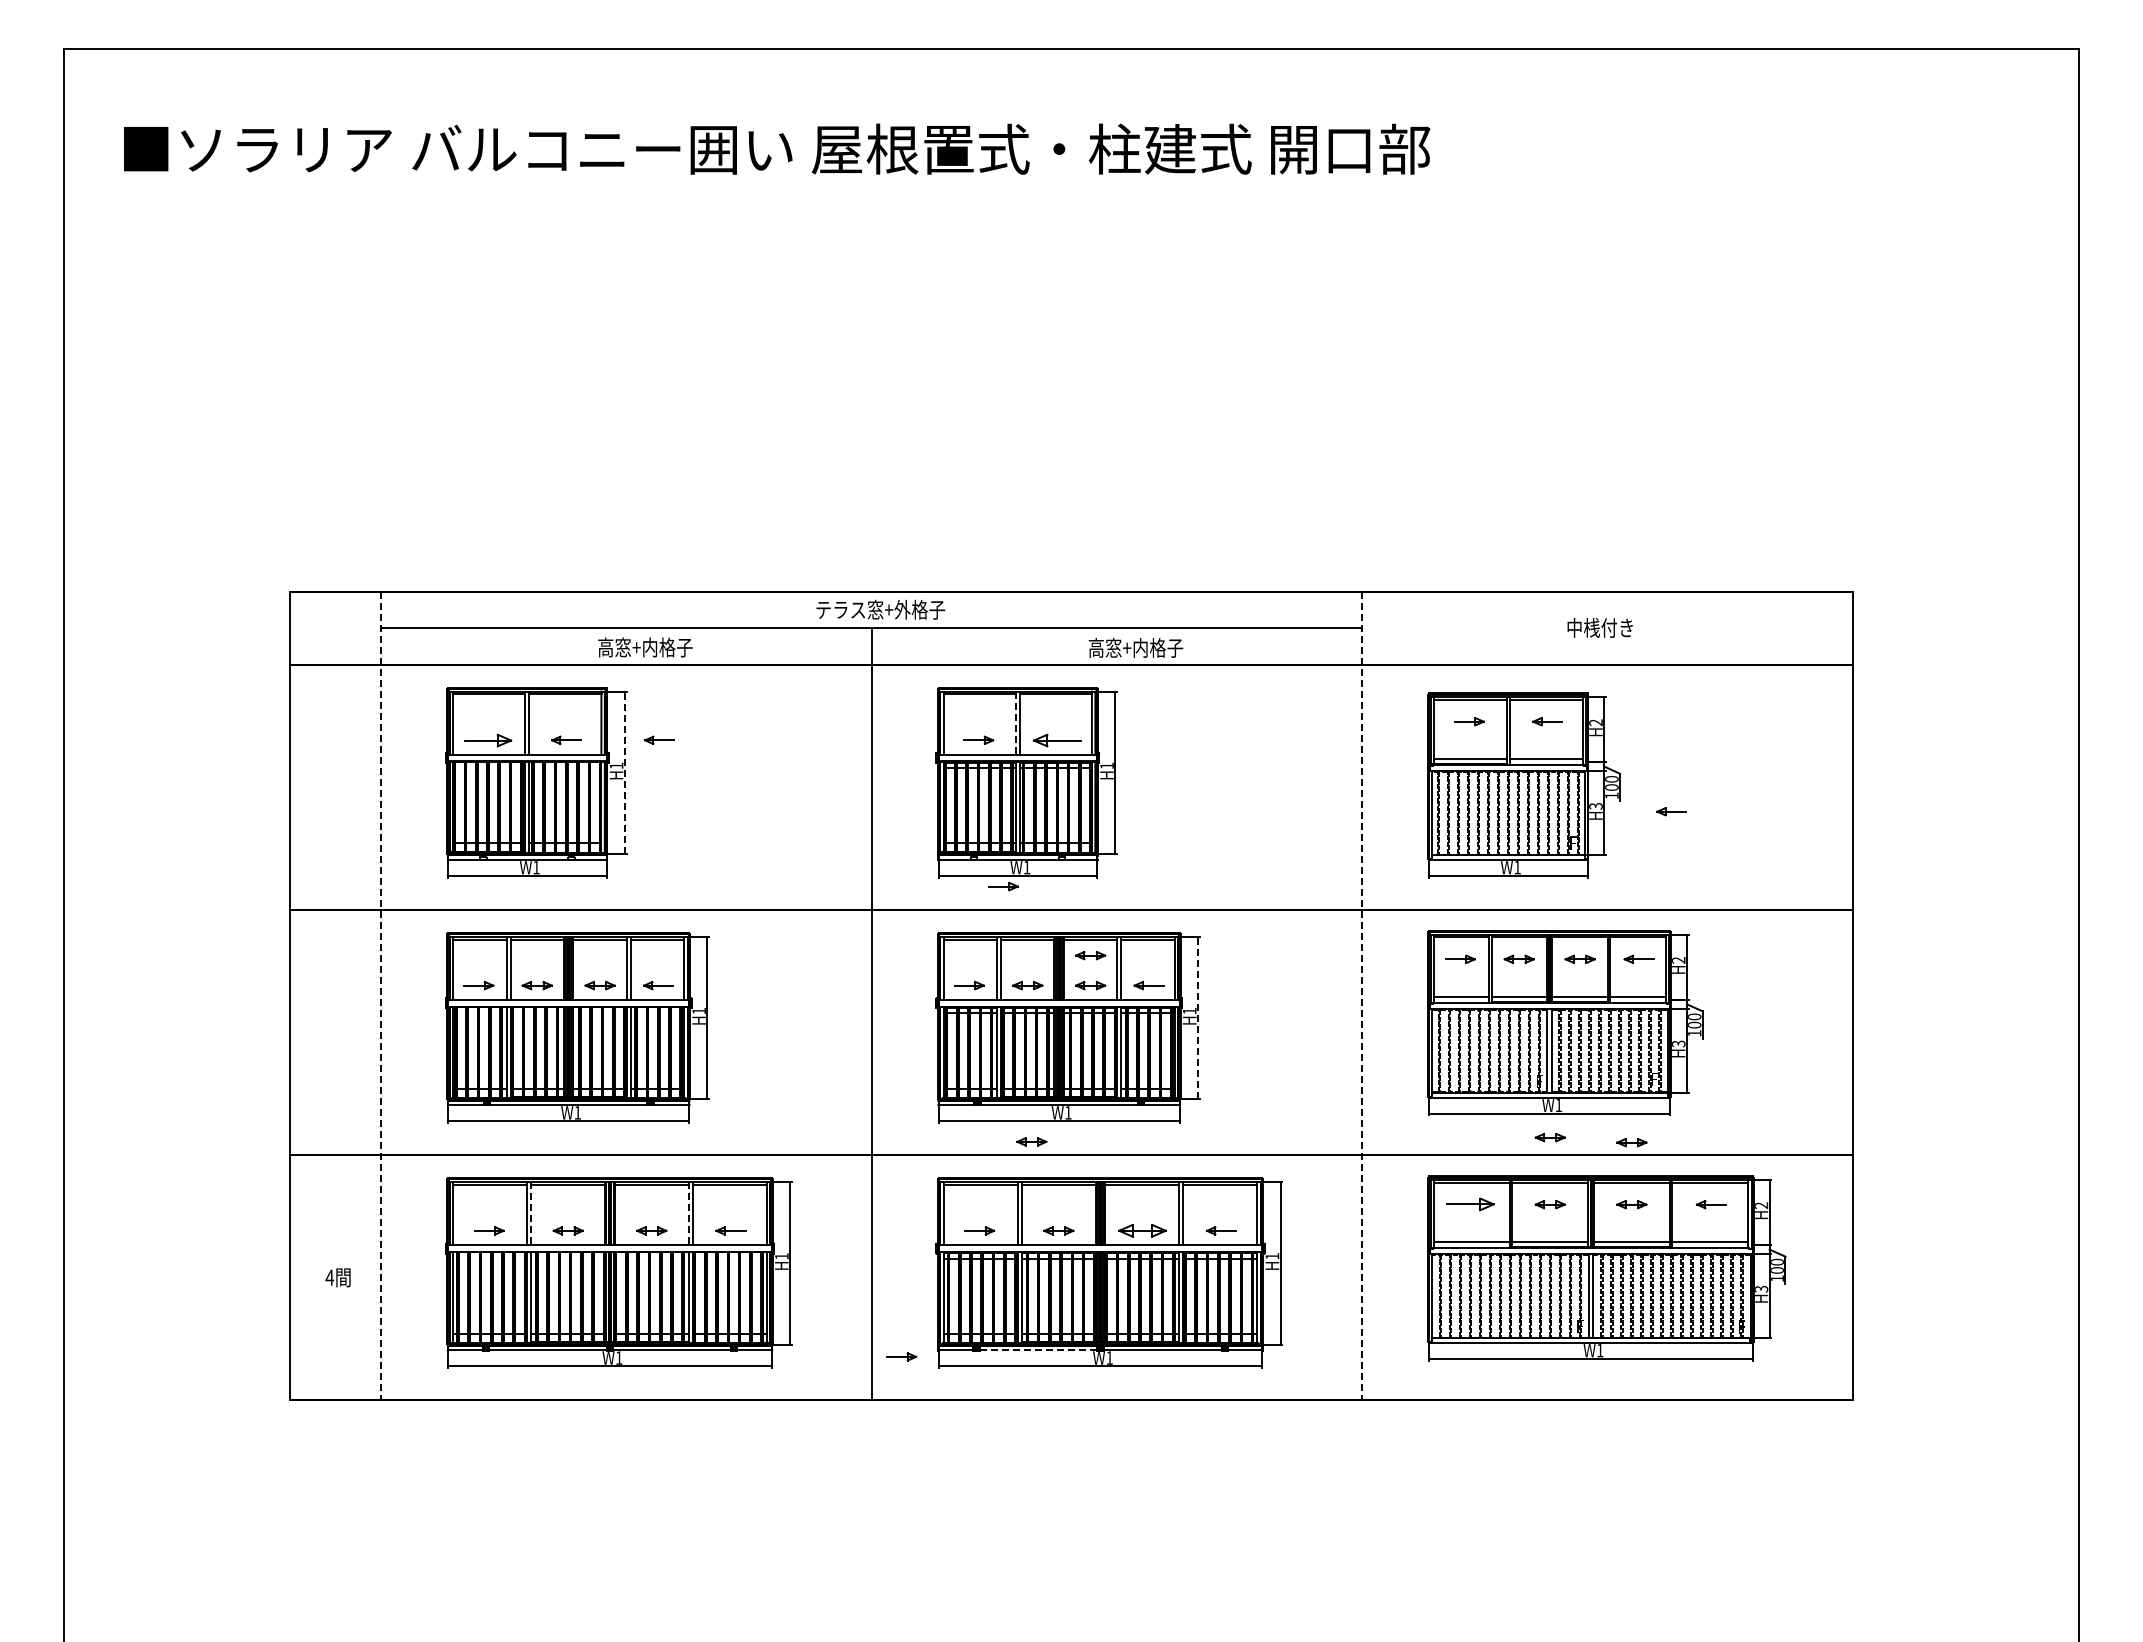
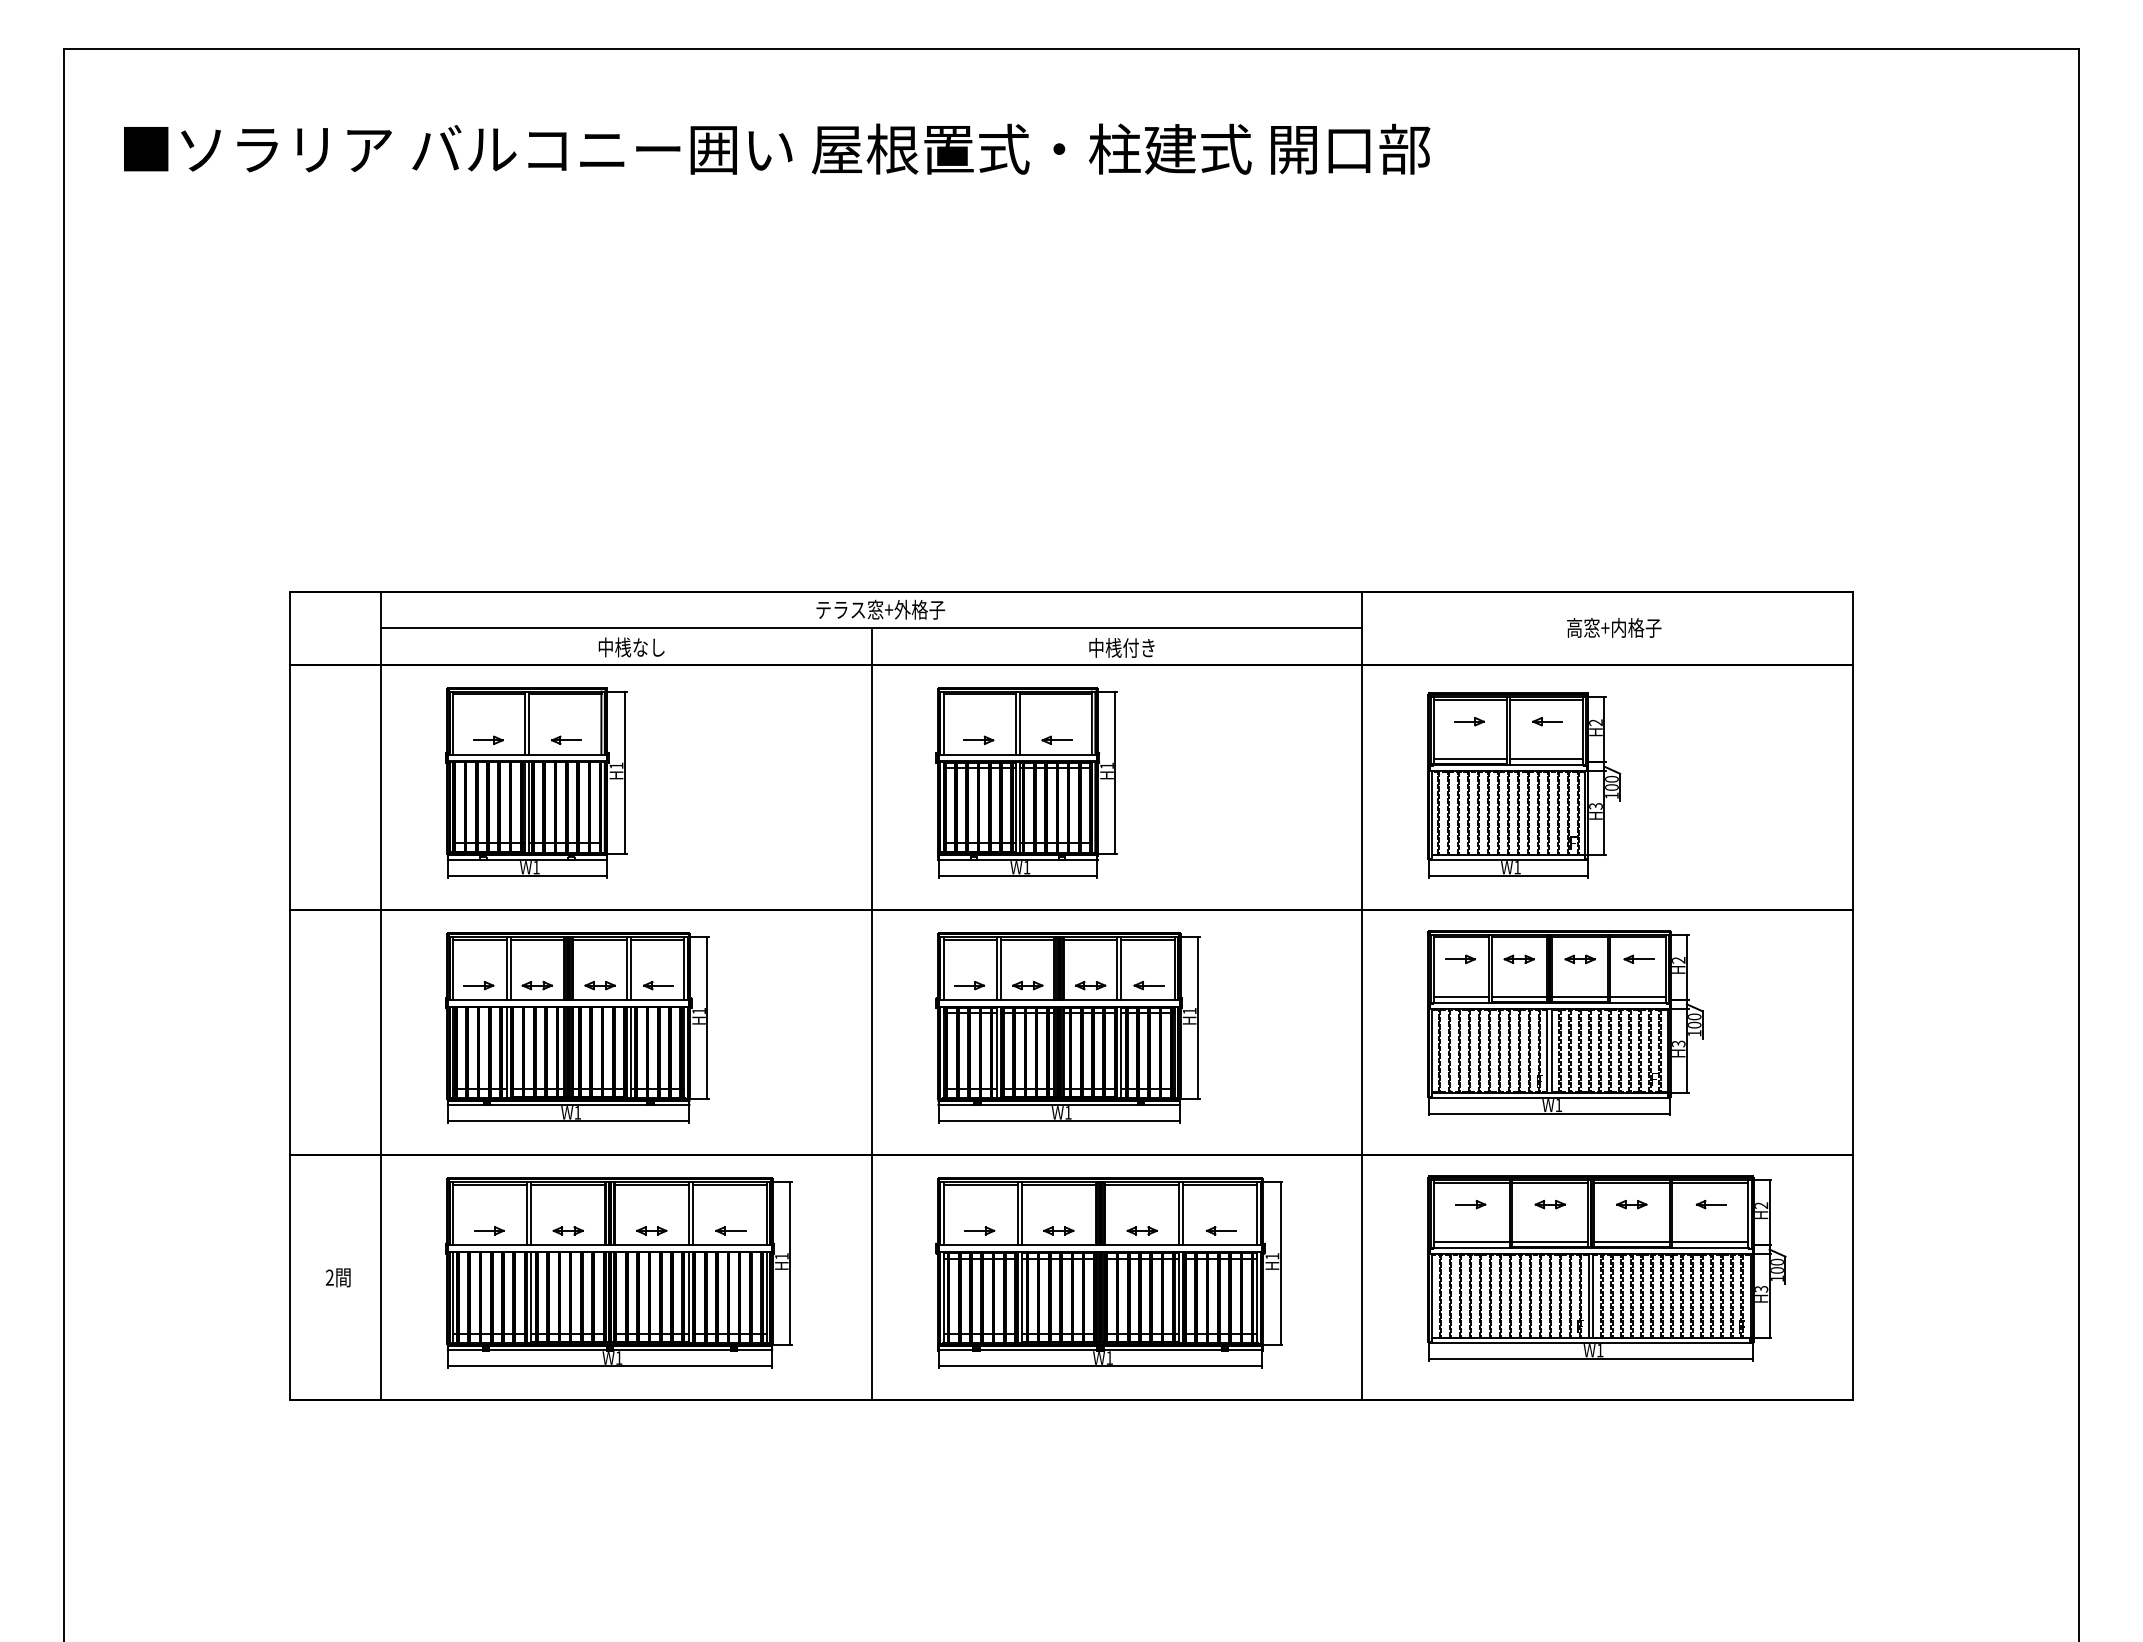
text at (1614, 627): 中桟付き -> 高窓+内格子
text at (645, 647): 高窓+内格子 -> 中桟なし
text at (1135, 647): 高窓+内格子 -> 中桟付き
line at (1015, 723): dashed -> solid
part at (659, 739): present -> none
part at (488, 740) size: 49x15 px -> 31x10 px
part at (1056, 740) size: 50x15 px -> 32x10 px
line at (624, 772): dashed -> solid
part at (1671, 811): present -> none
part at (1003, 886): present -> none
part at (1090, 955): present -> none
line at (381, 996): dashed -> solid
line at (1362, 996): dashed -> solid
line at (1197, 1017): dashed -> solid
part at (1549, 1137): present -> none
part at (1031, 1141): present -> none
part at (1631, 1142): present -> none
part at (1470, 1204) size: 49x15 px -> 32x10 px
line at (531, 1214): dashed -> solid
line at (688, 1214): dashed -> solid
part at (1142, 1230) size: 49x14 px -> 32x10 px
text at (329, 1277): 4 -> 2
line at (1038, 1350): dashed -> solid
part at (901, 1356): present -> none
